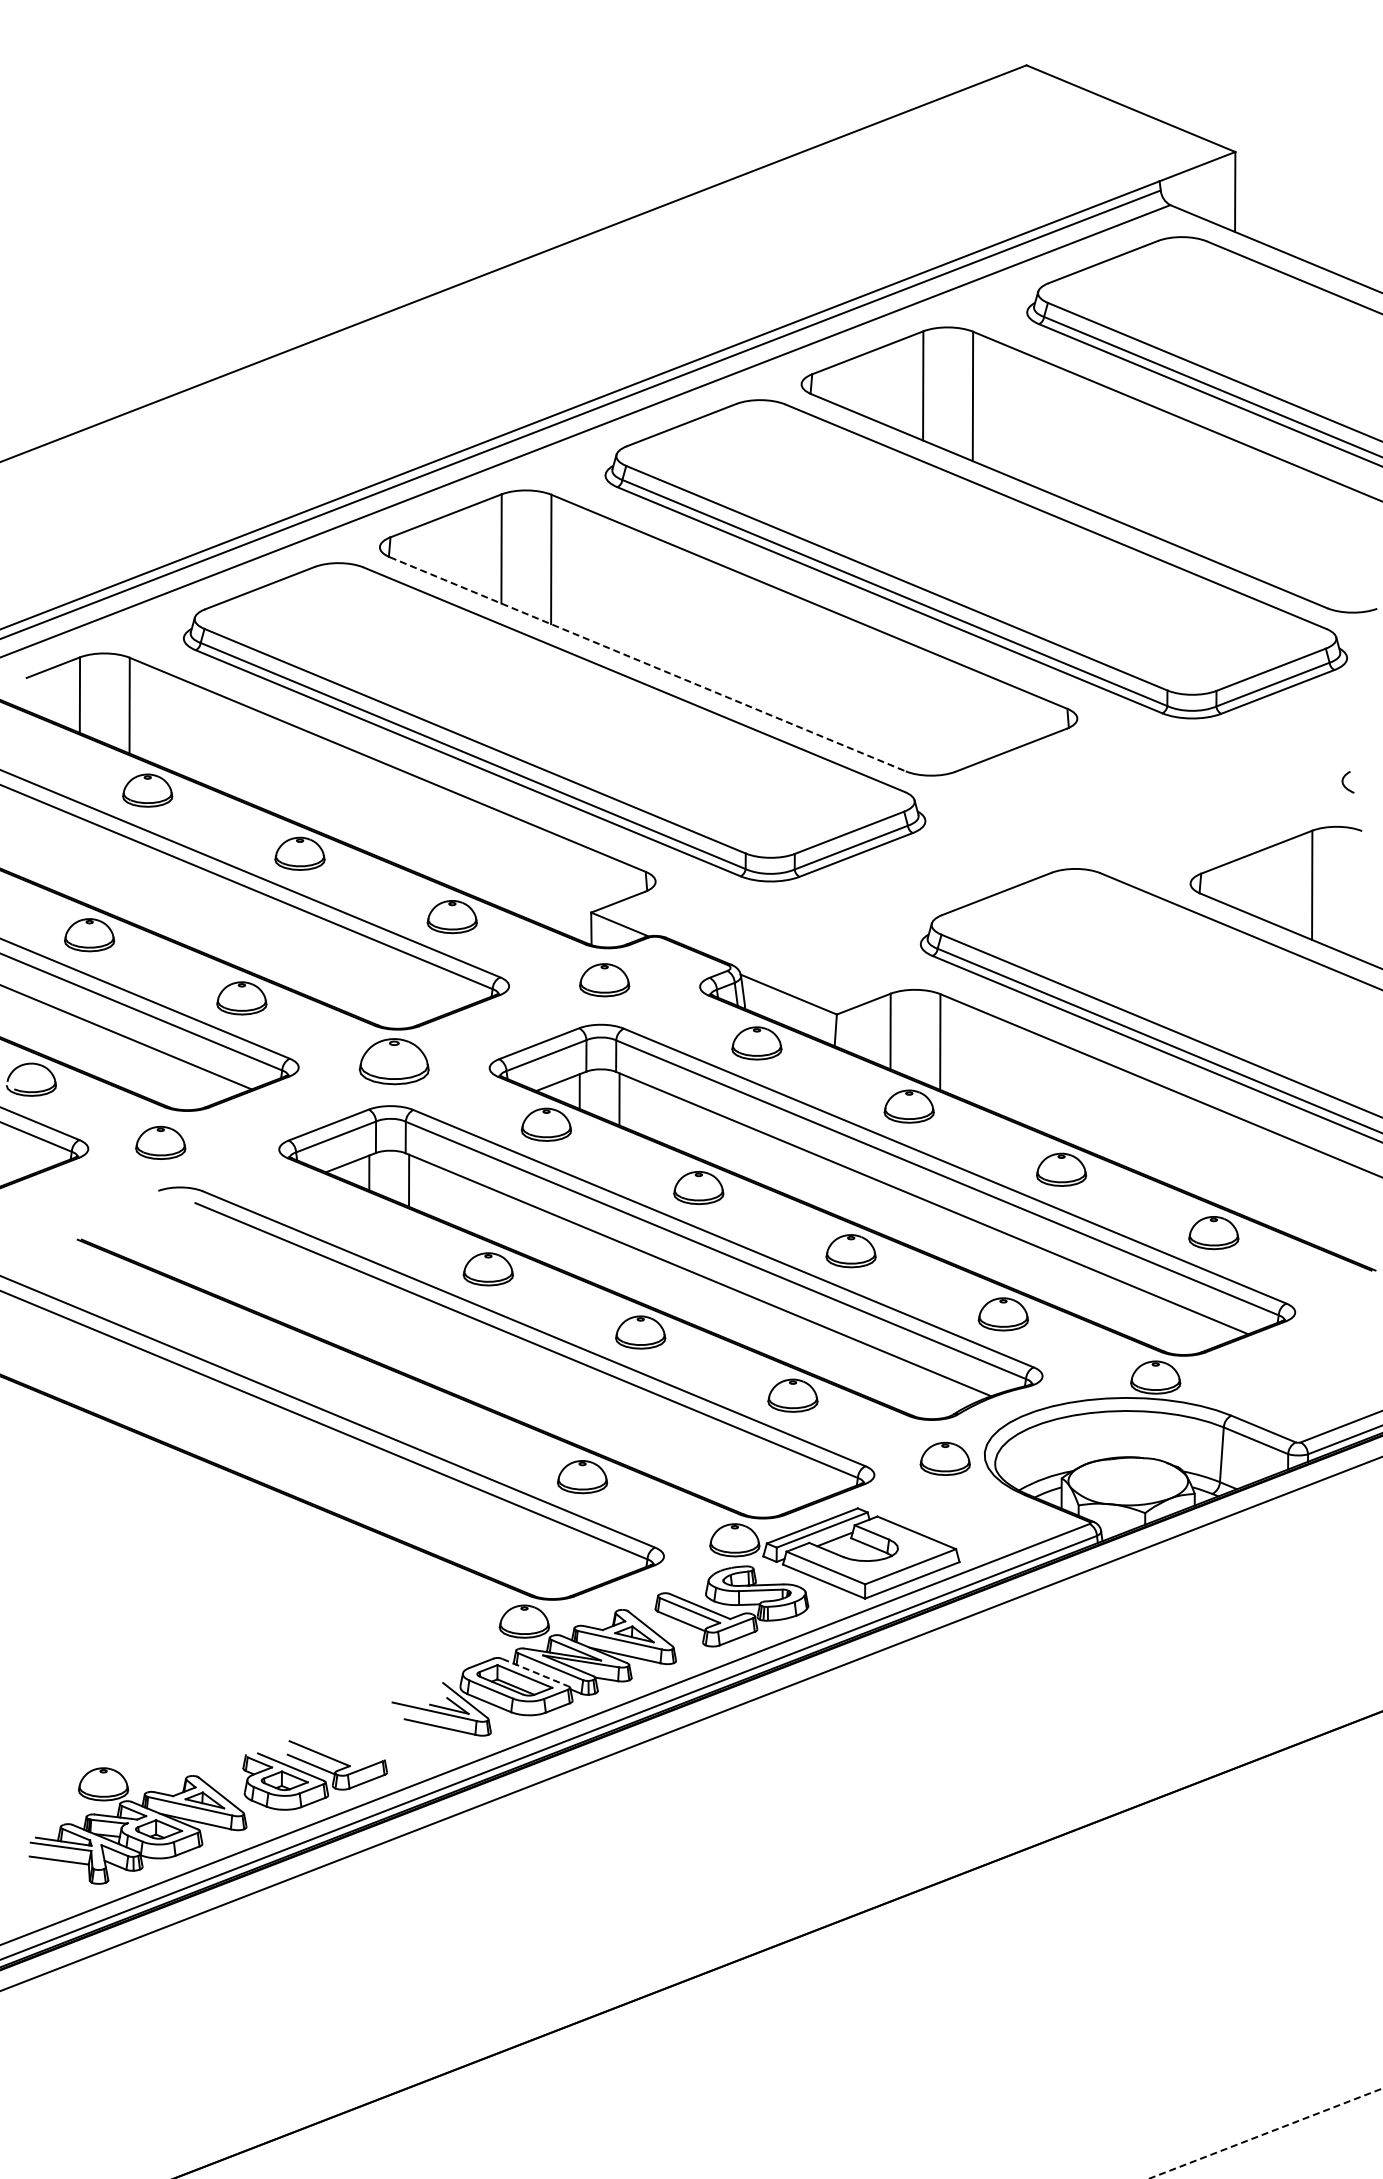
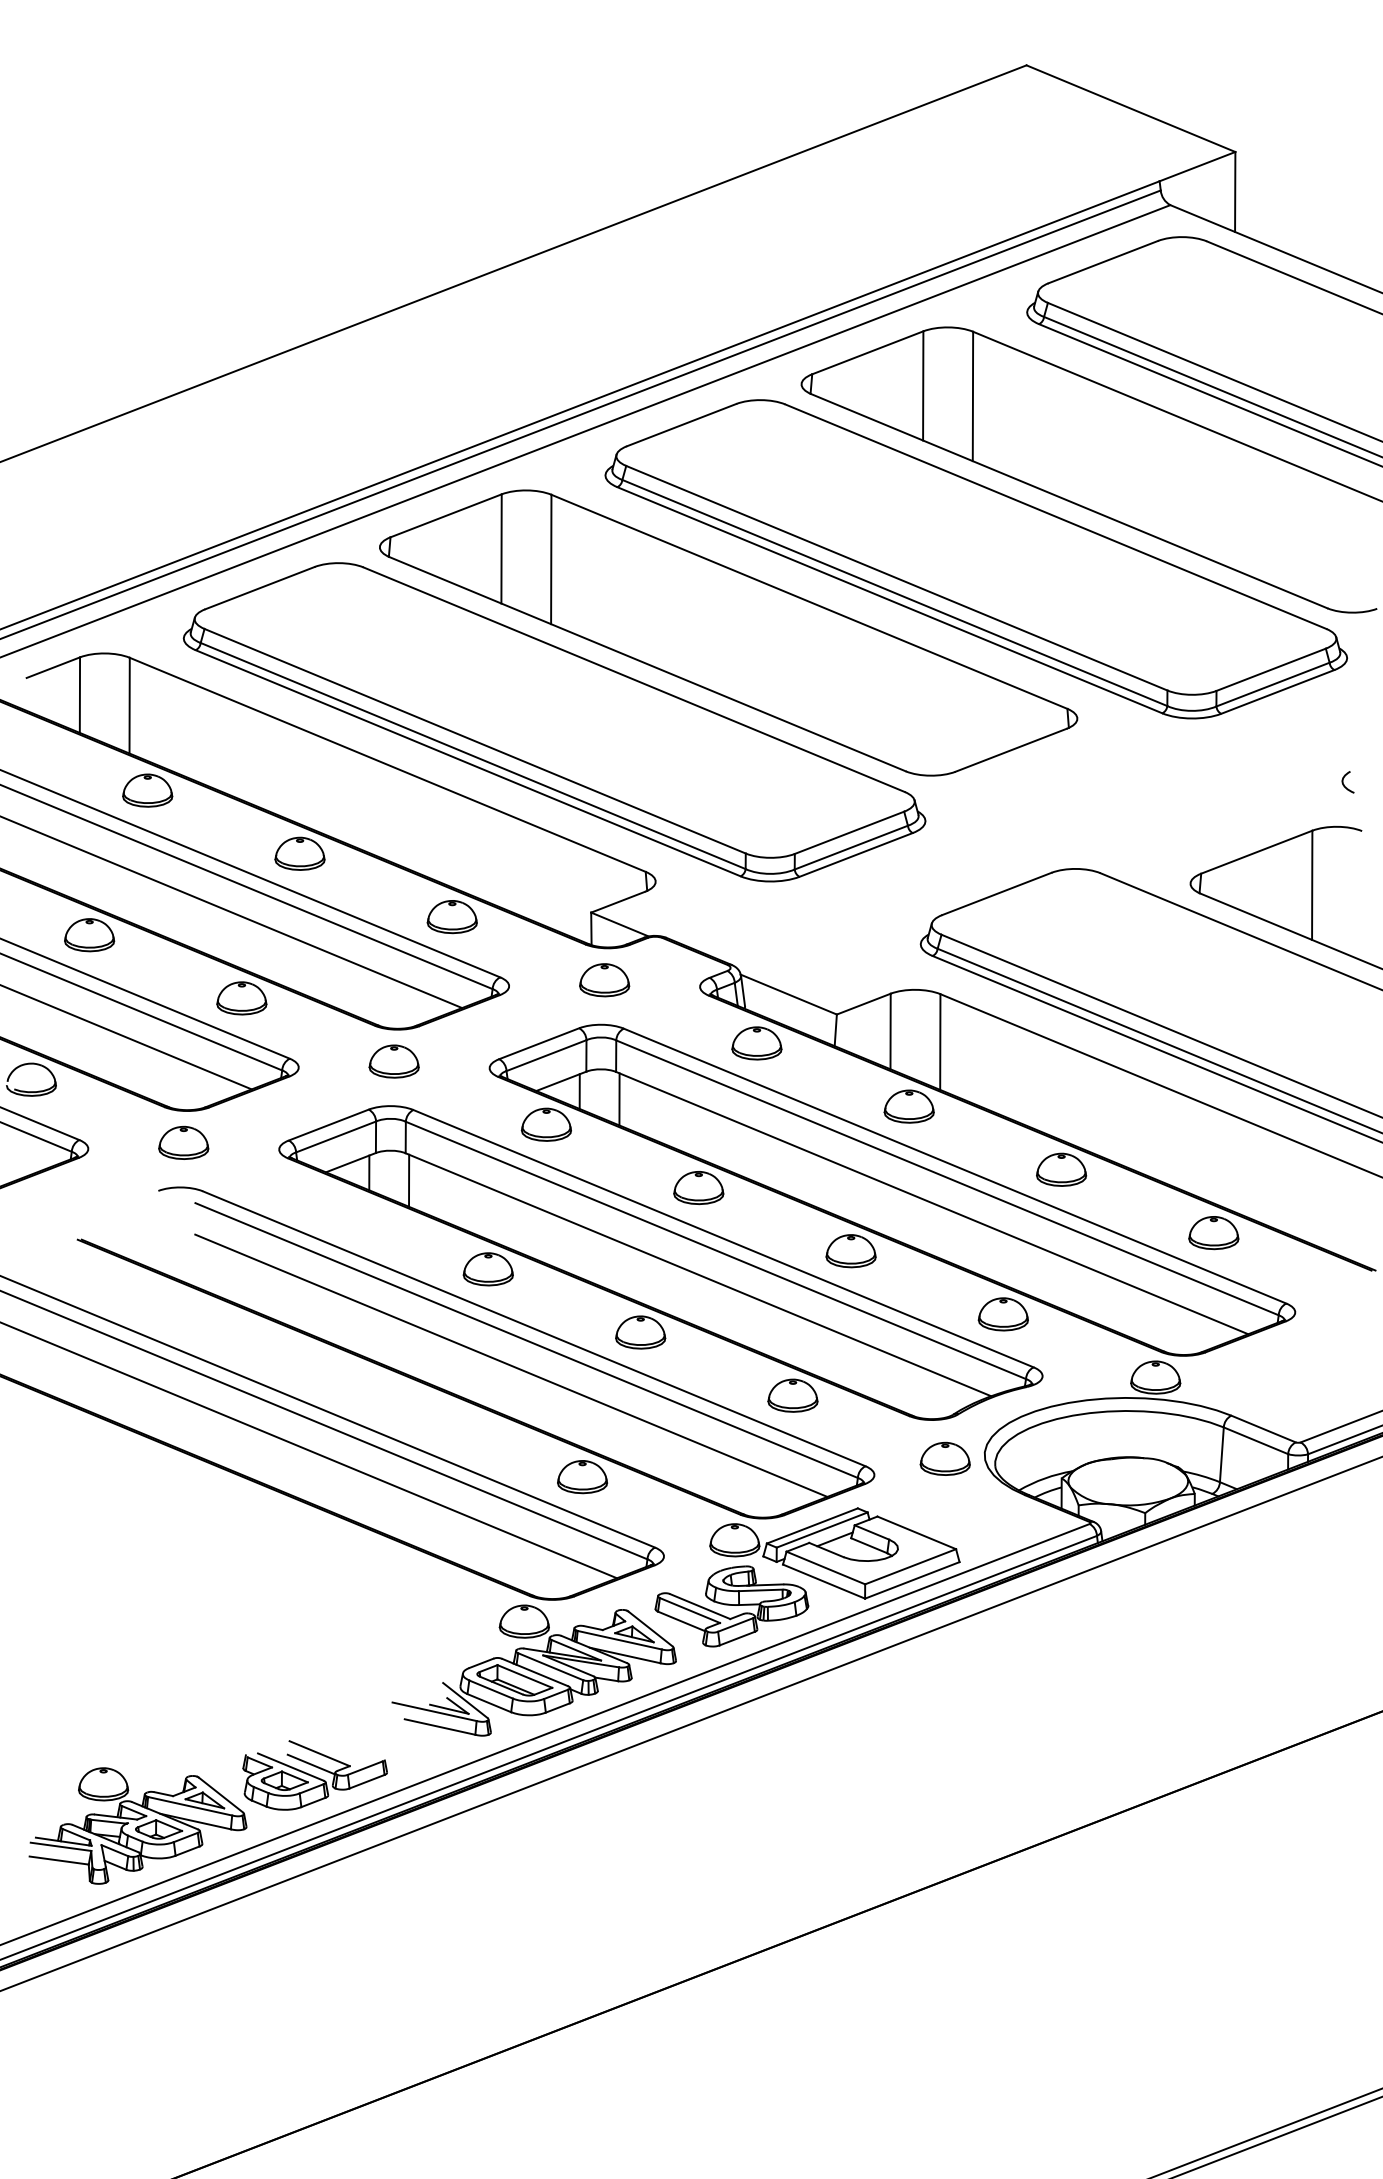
line at (648, 664): dashed -> solid
line at (232, 912): none -> present
part at (393, 1061) size: 72x48 px -> 52x35 px
part at (160, 1142) position: (160, 1142) -> (183, 1142)
line at (511, 1365): none -> present
line at (309, 1450): none -> present
line at (535, 1672): dashed -> solid
line at (1265, 2133): dashed -> solid
line at (1278, 2136): none -> present
